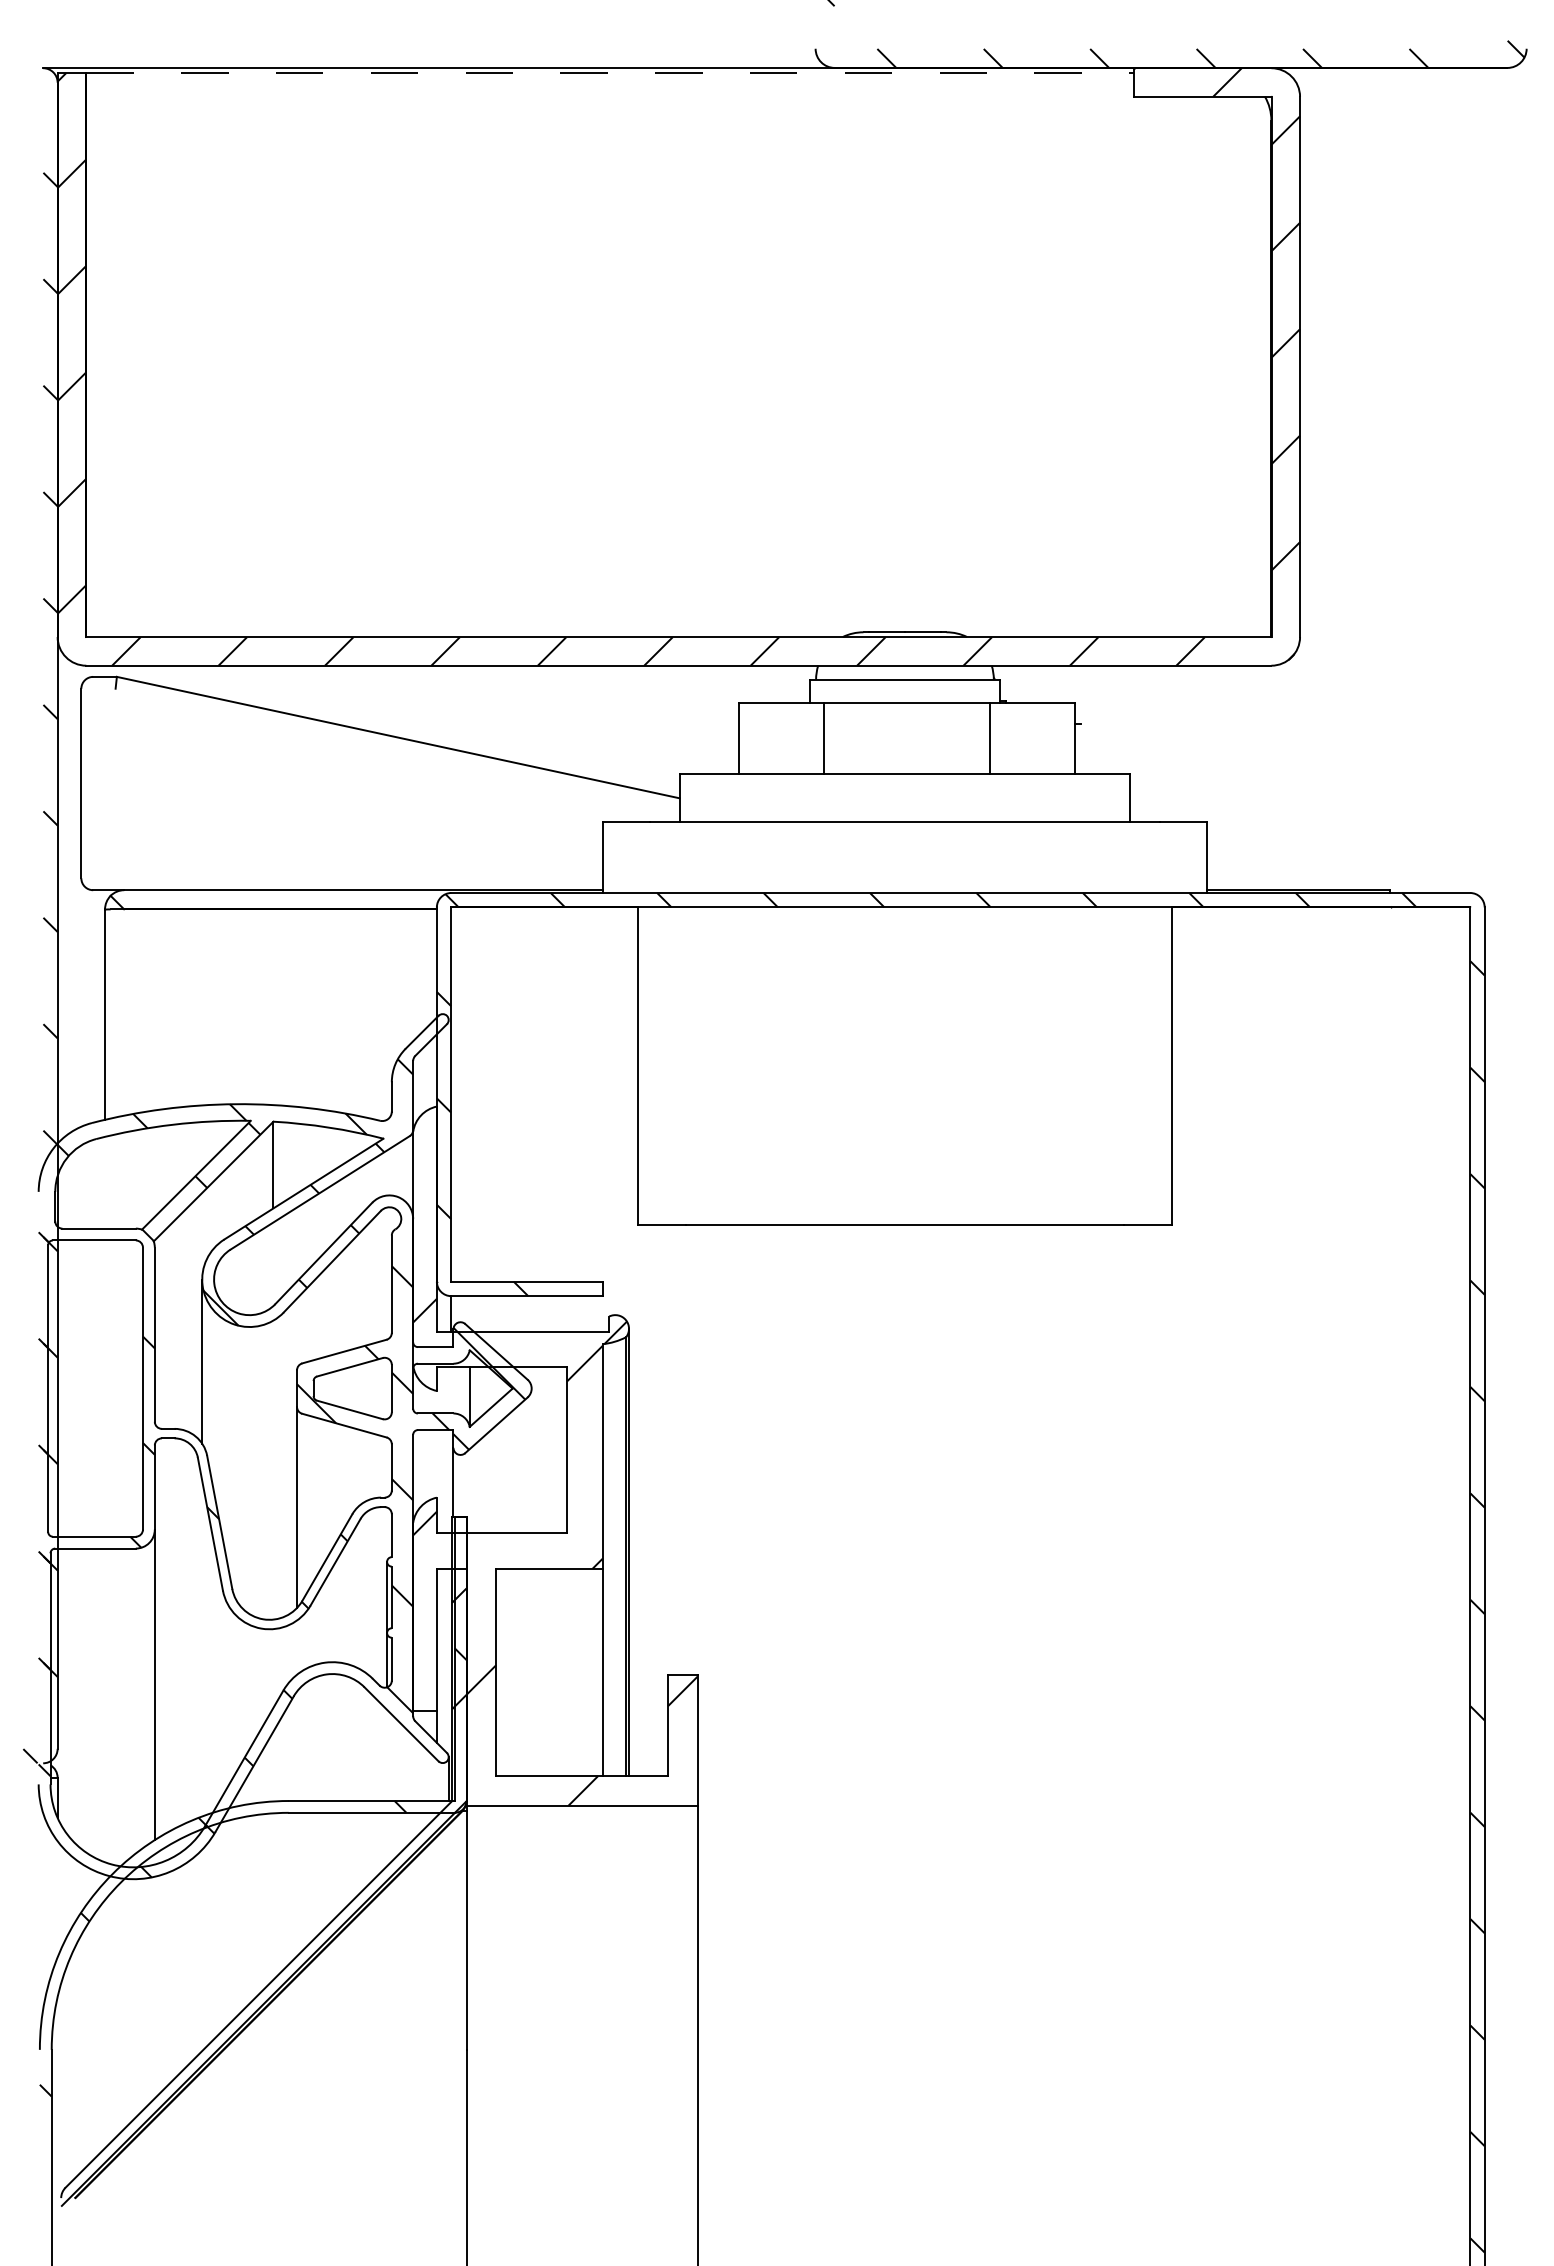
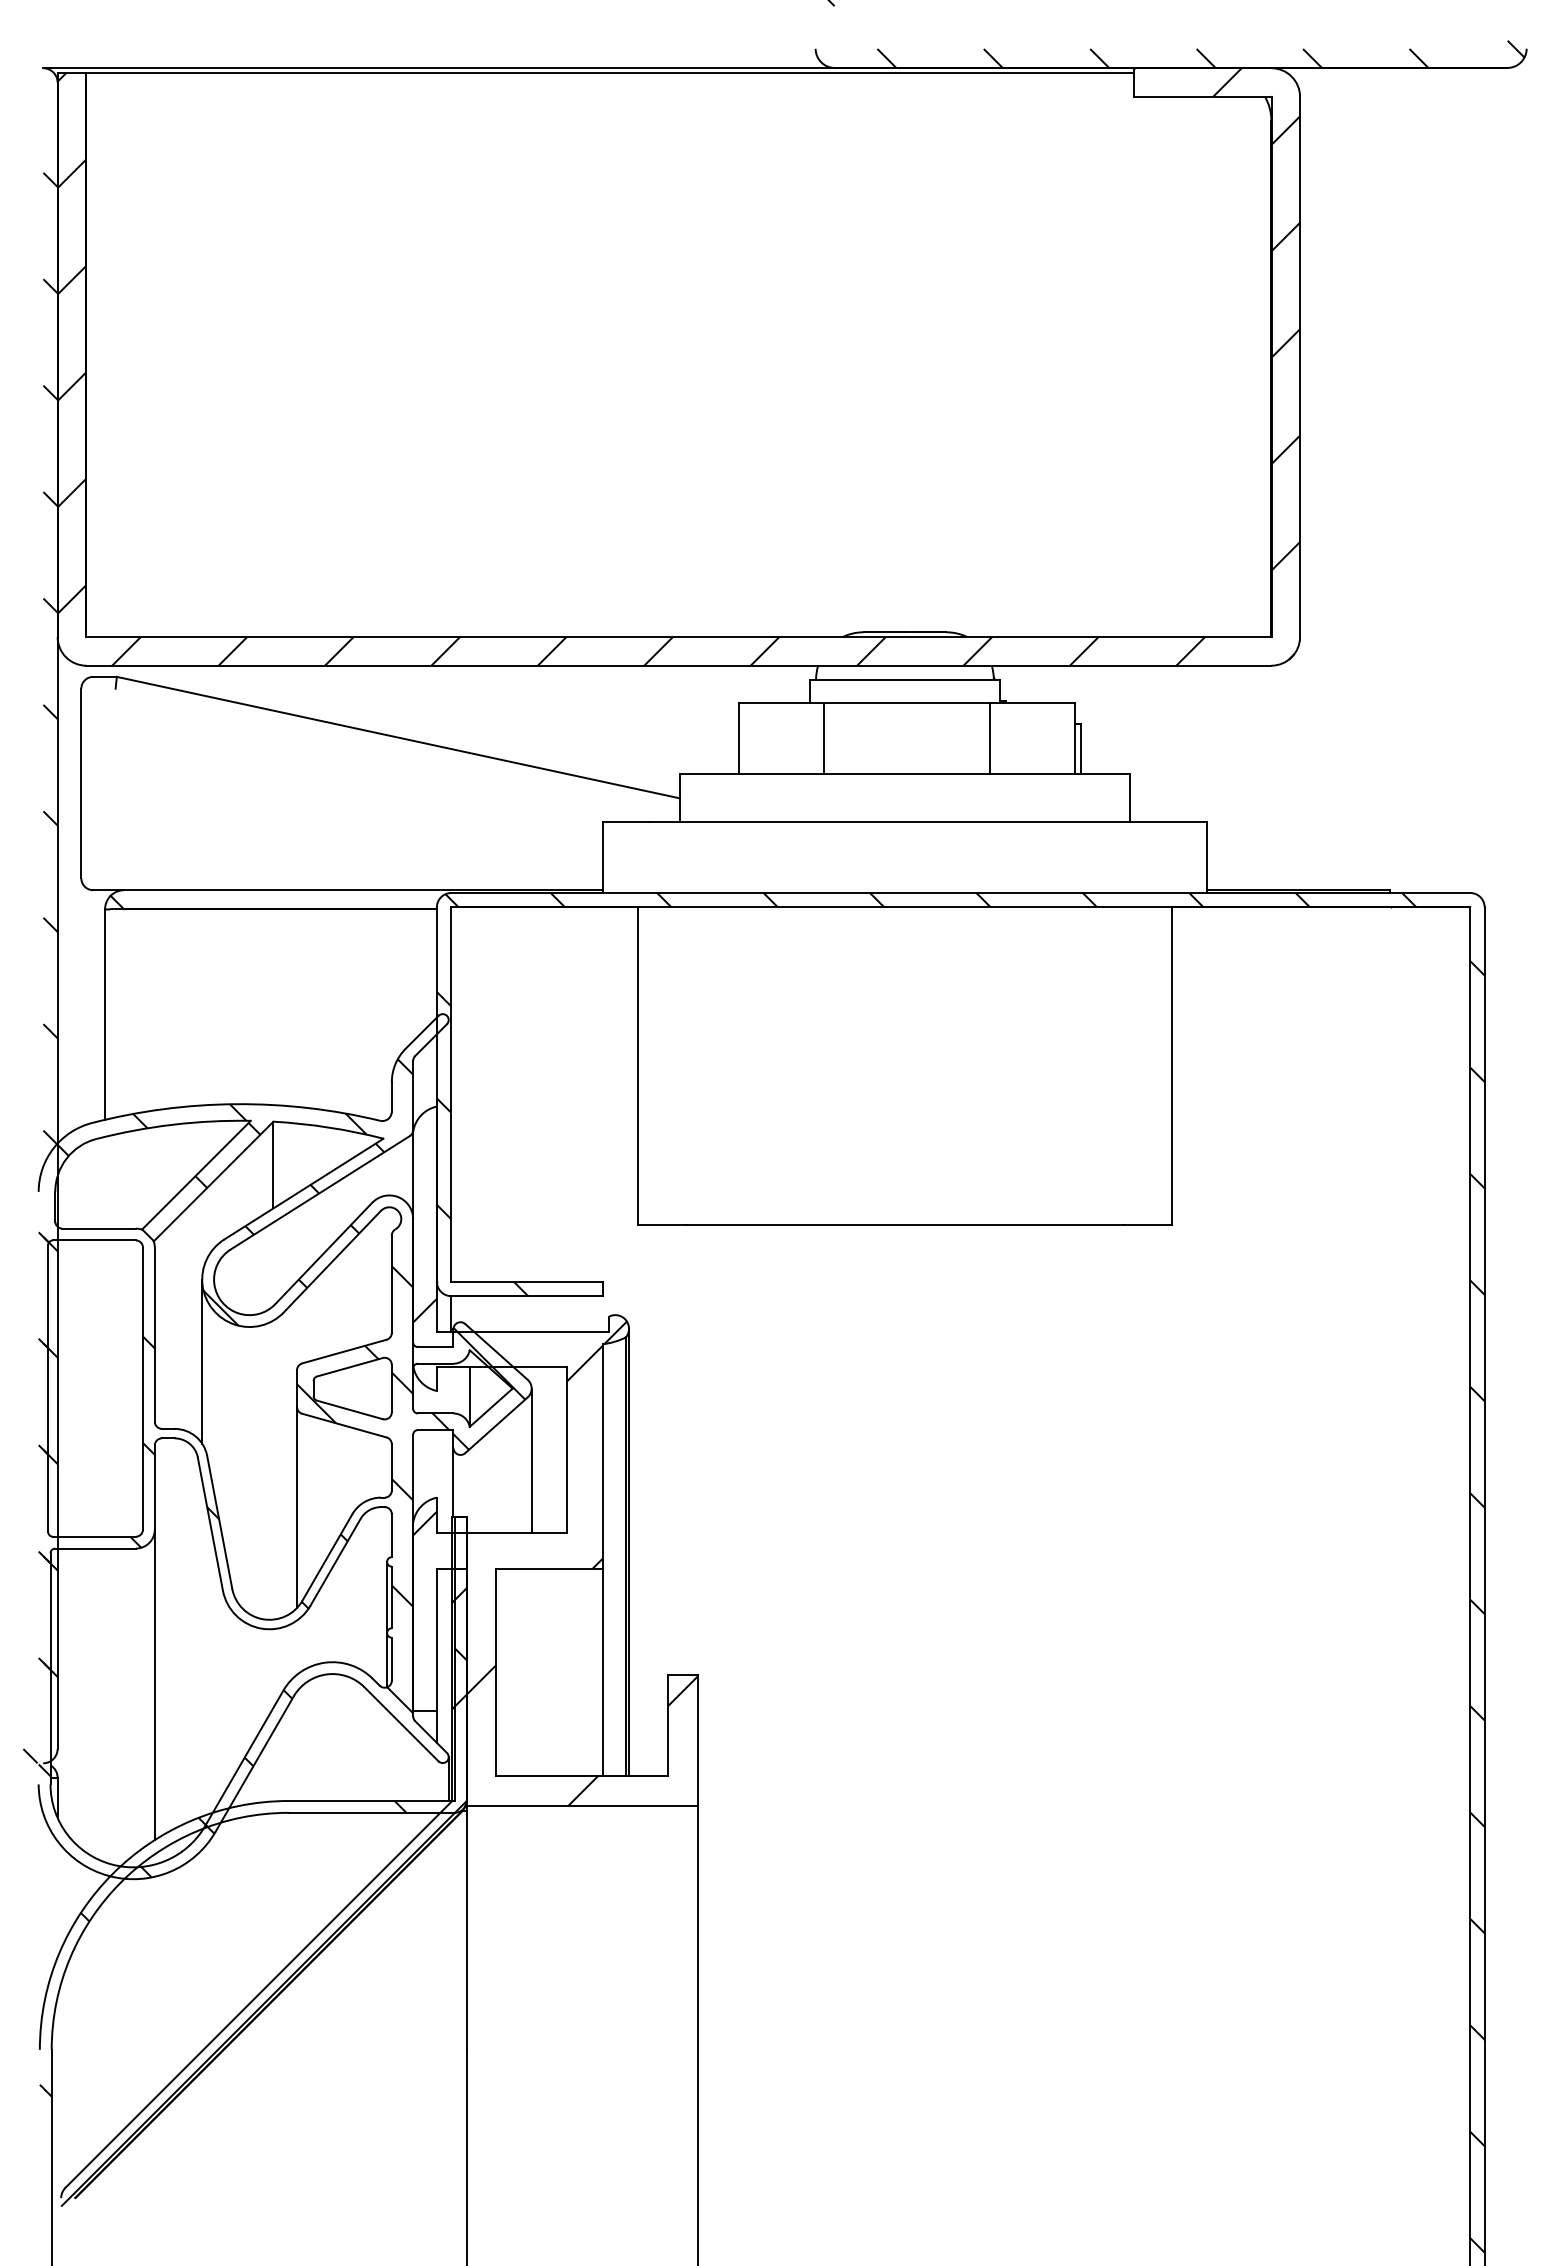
line at (610, 73): dashed -> solid
line at (1081, 749): none -> present
line at (531, 1460): none -> present
